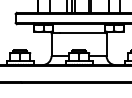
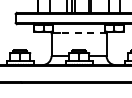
line at (82, 33): solid -> dashed
